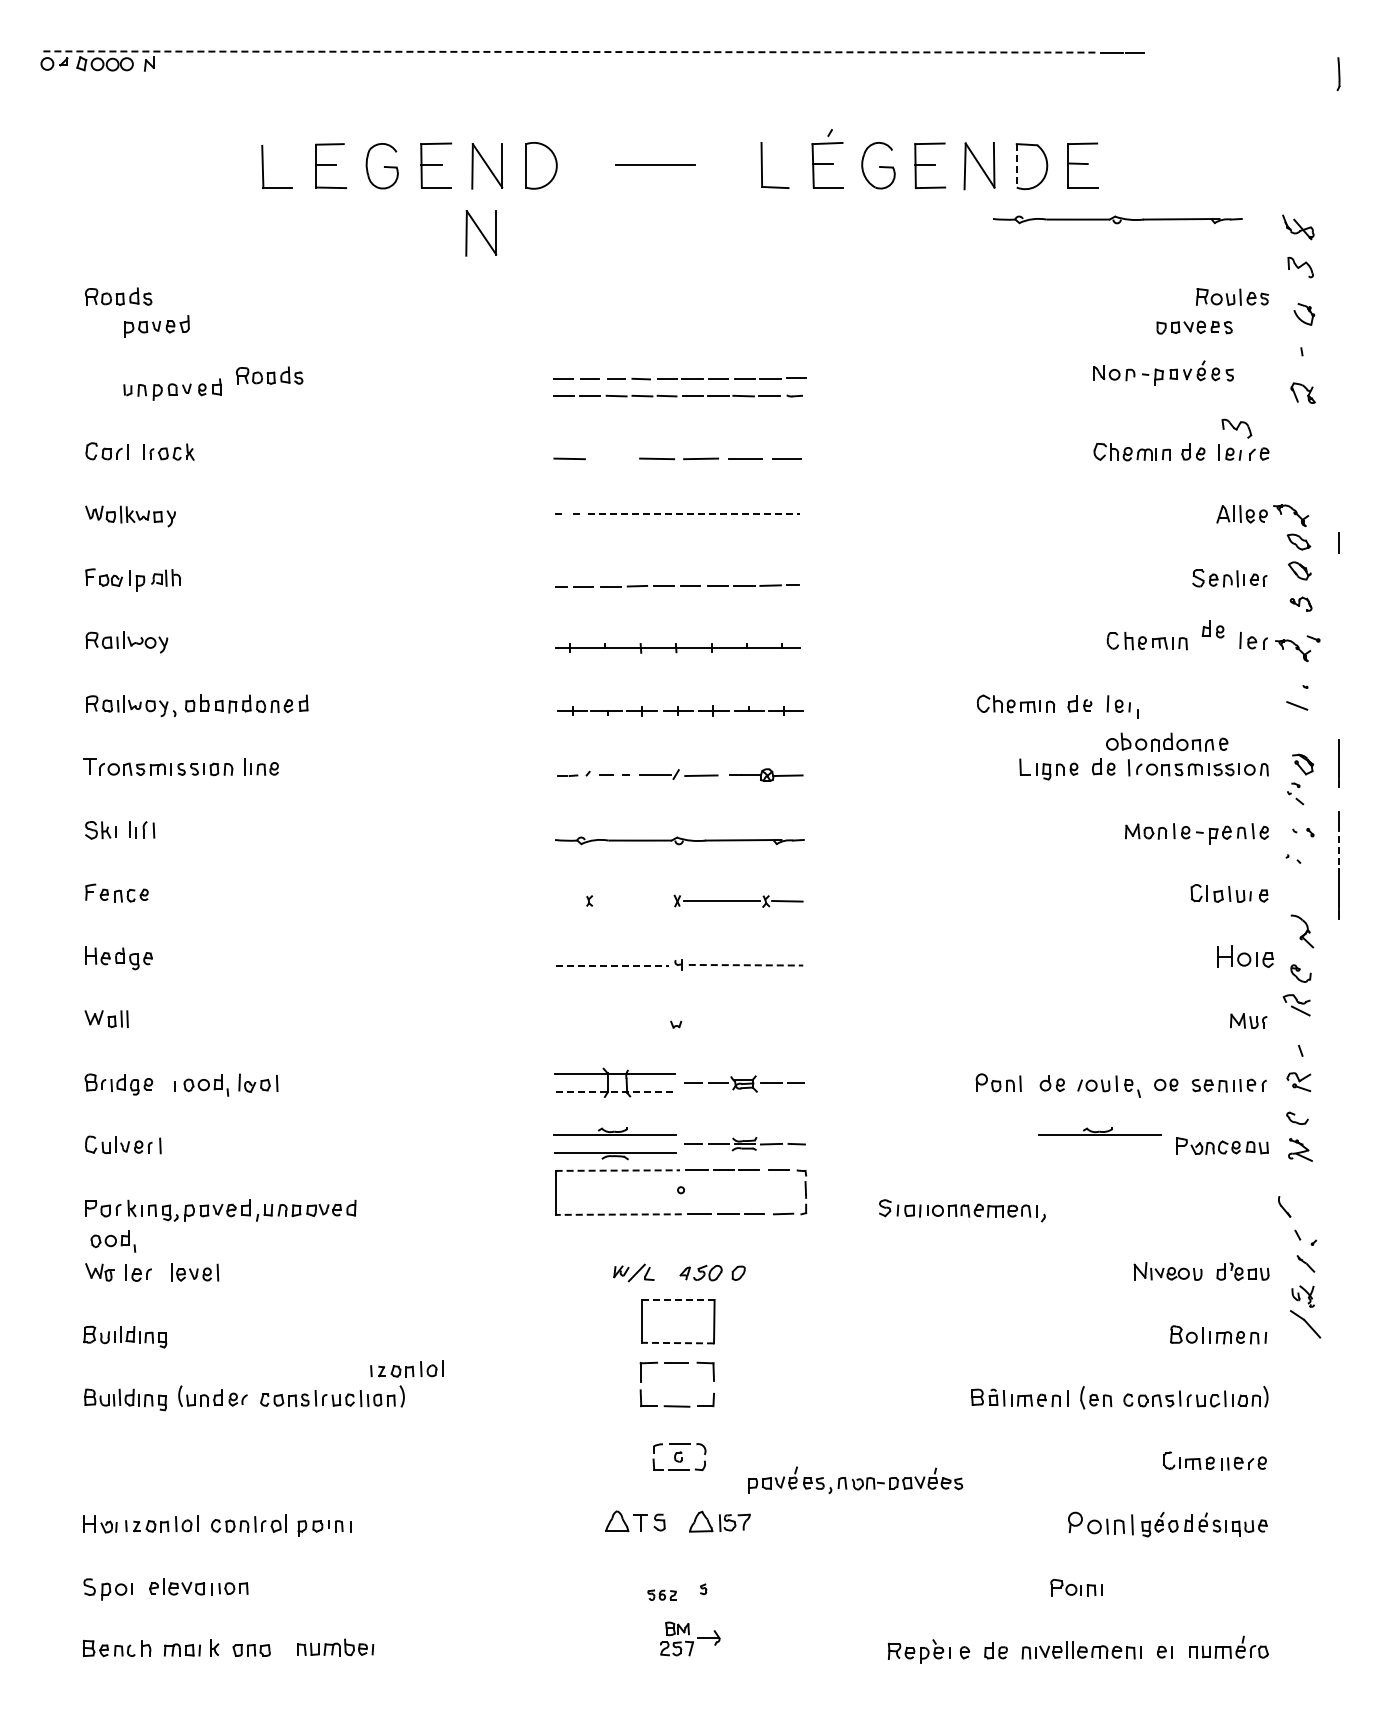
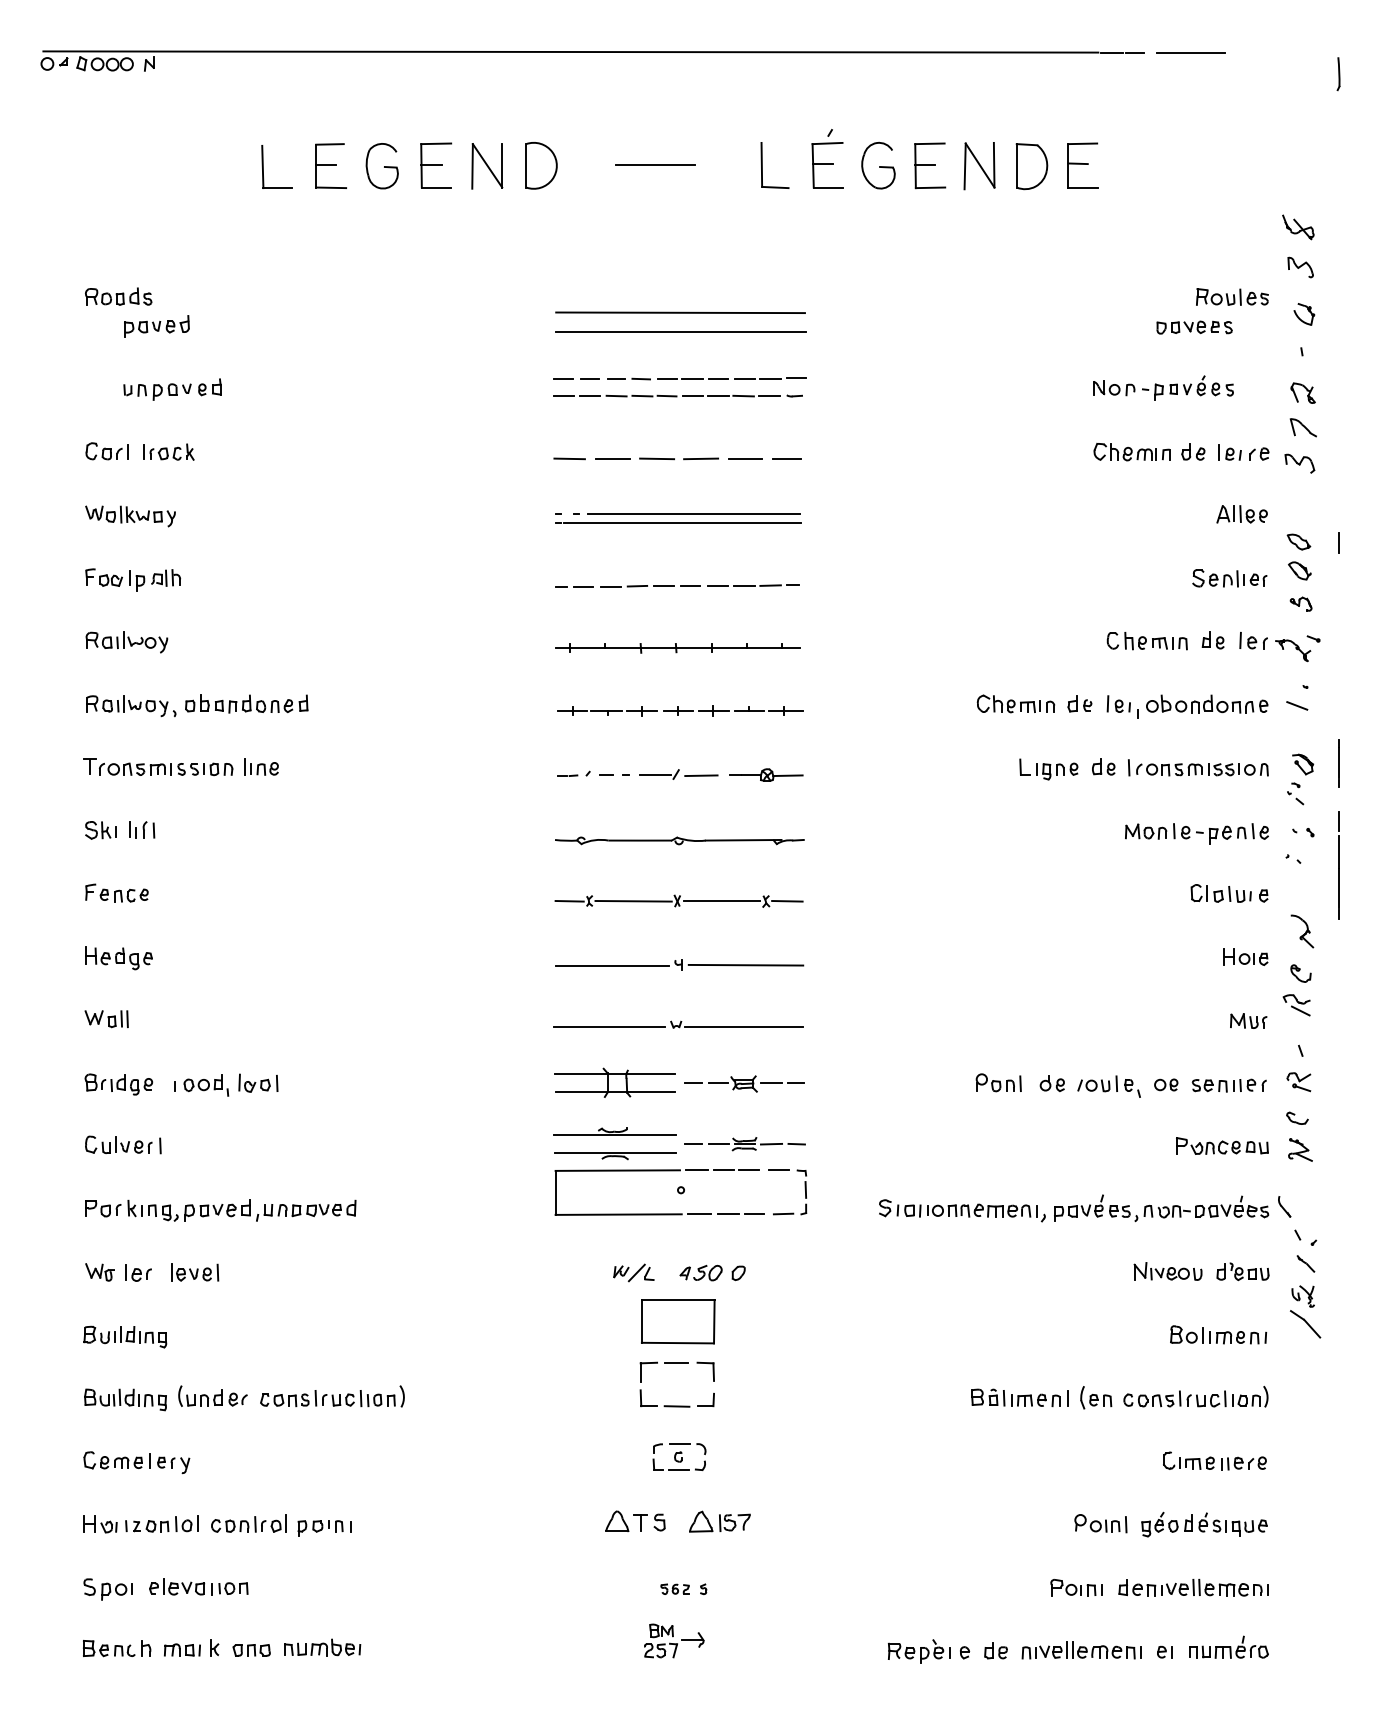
line at (571, 52): dashed -> solid
line at (1191, 52): none -> present
line at (1016, 165): dashed -> solid
part at (1117, 219): present -> none
part at (481, 233): present -> none
line at (680, 312): none -> present
line at (680, 331): none -> present
part at (1163, 372) position: (1163, 372) -> (1163, 387)
part at (269, 375): present -> none
part at (1302, 427): none -> present
part at (1236, 428) position: (1236, 428) -> (1299, 463)
line at (612, 458): none -> present
line at (694, 513): dashed -> solid
part at (1291, 515): present -> none
line at (678, 522): none -> present
part at (1212, 629) position: (1212, 629) -> (1212, 640)
part at (1167, 741) position: (1167, 741) -> (1207, 703)
line at (1339, 851): dashed -> solid
line at (569, 901): none -> present
line at (633, 901): none -> present
part at (1245, 956) size: 57x23 px -> 46x18 px
line at (612, 965): dashed -> solid
line at (746, 965): dashed -> solid
line at (609, 1026): none -> present
line at (743, 1026): none -> present
line at (615, 1092): dashed -> solid
part at (1099, 1131): present -> none
line at (618, 1170): dashed -> solid
line at (618, 1214): dashed -> solid
part at (113, 1241): present -> none
line at (678, 1299): dashed -> solid
line at (677, 1343): dashed -> solid
part at (406, 1368): present -> none
part at (136, 1462): none -> present
part at (855, 1480) position: (855, 1480) -> (1161, 1208)
part at (1100, 1523) size: 66x25 px -> 54x20 px
part at (1193, 1587): none -> present
part at (661, 1594) position: (661, 1594) -> (674, 1588)
part at (690, 1638) position: (690, 1638) -> (674, 1640)
part at (335, 1647) position: (335, 1647) -> (322, 1647)
